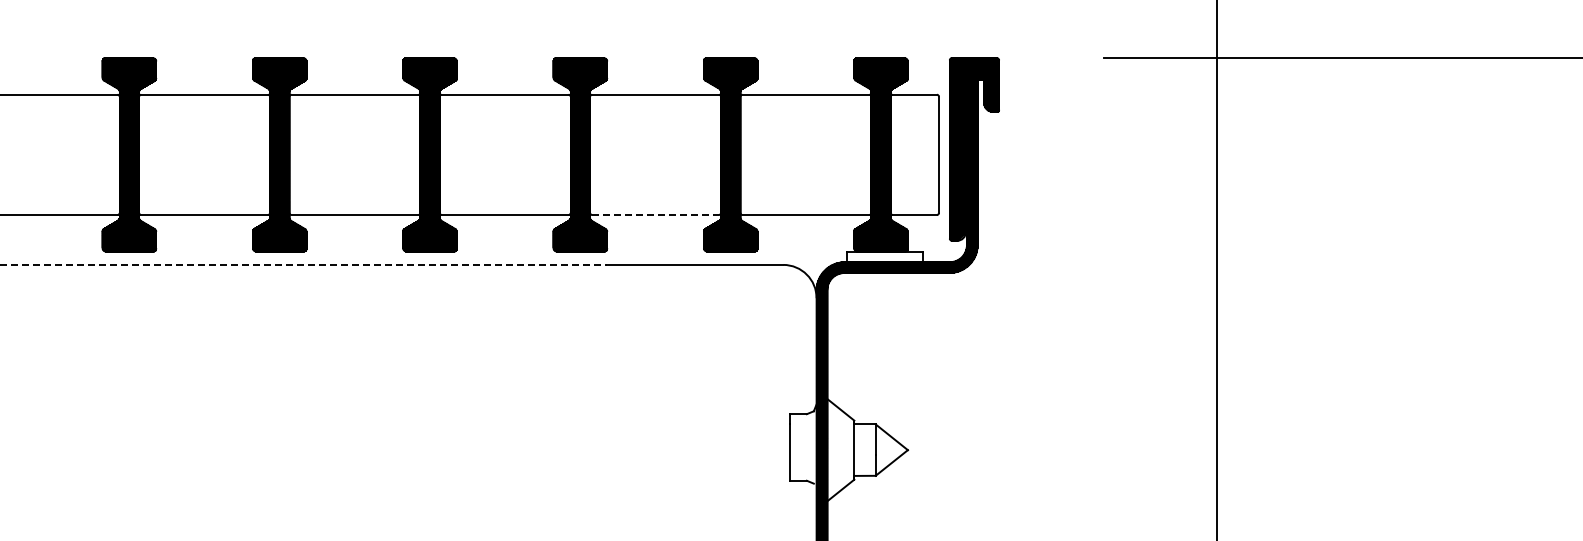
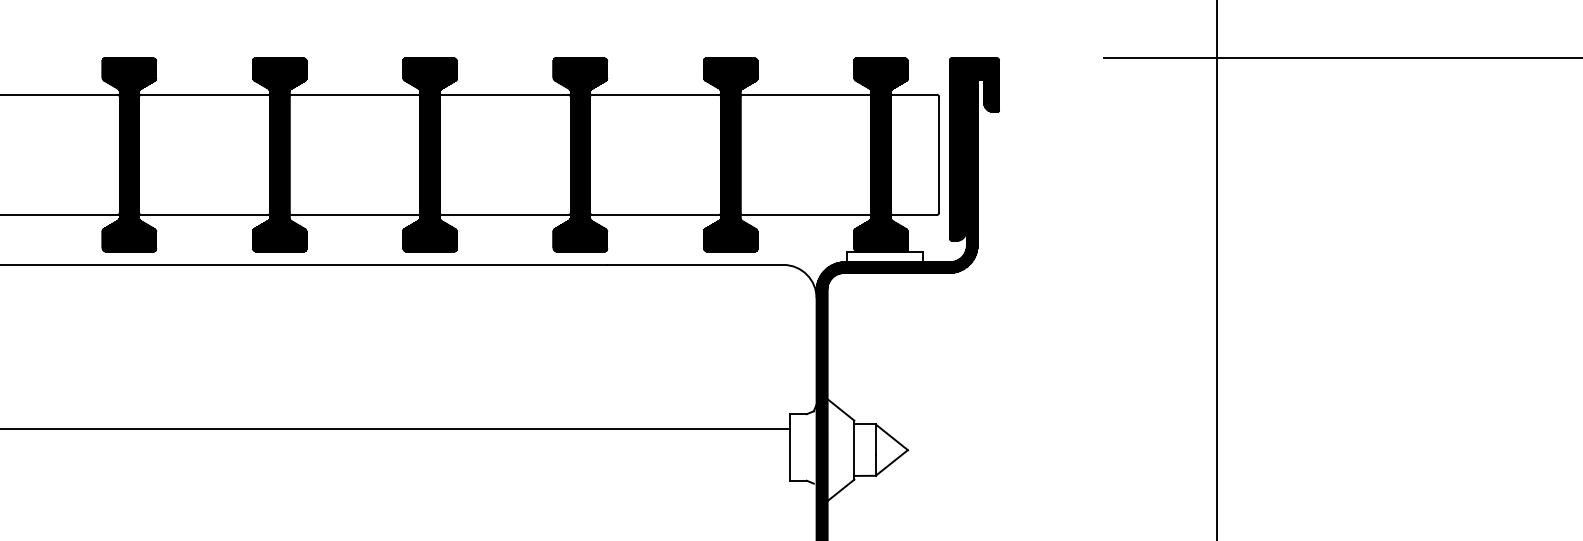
line at (656, 215): dashed -> solid
line at (303, 264): dashed -> solid
line at (395, 428): none -> present
